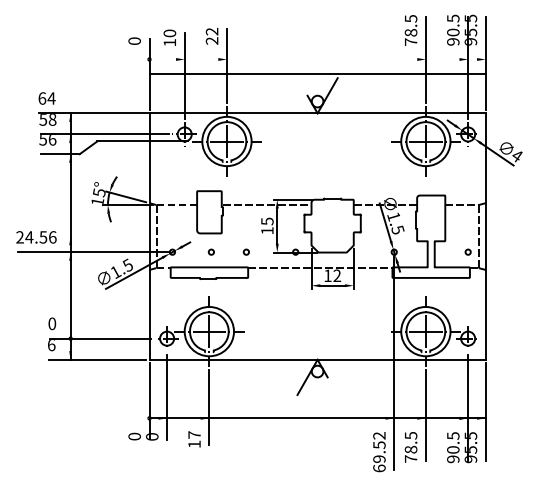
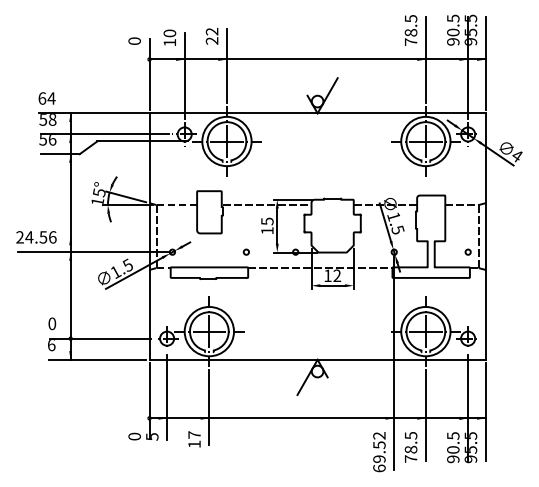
line at (317, 74) position: (317, 74) -> (317, 59)
circle at (210, 251): present -> none
text at (152, 436): 0 -> 5
